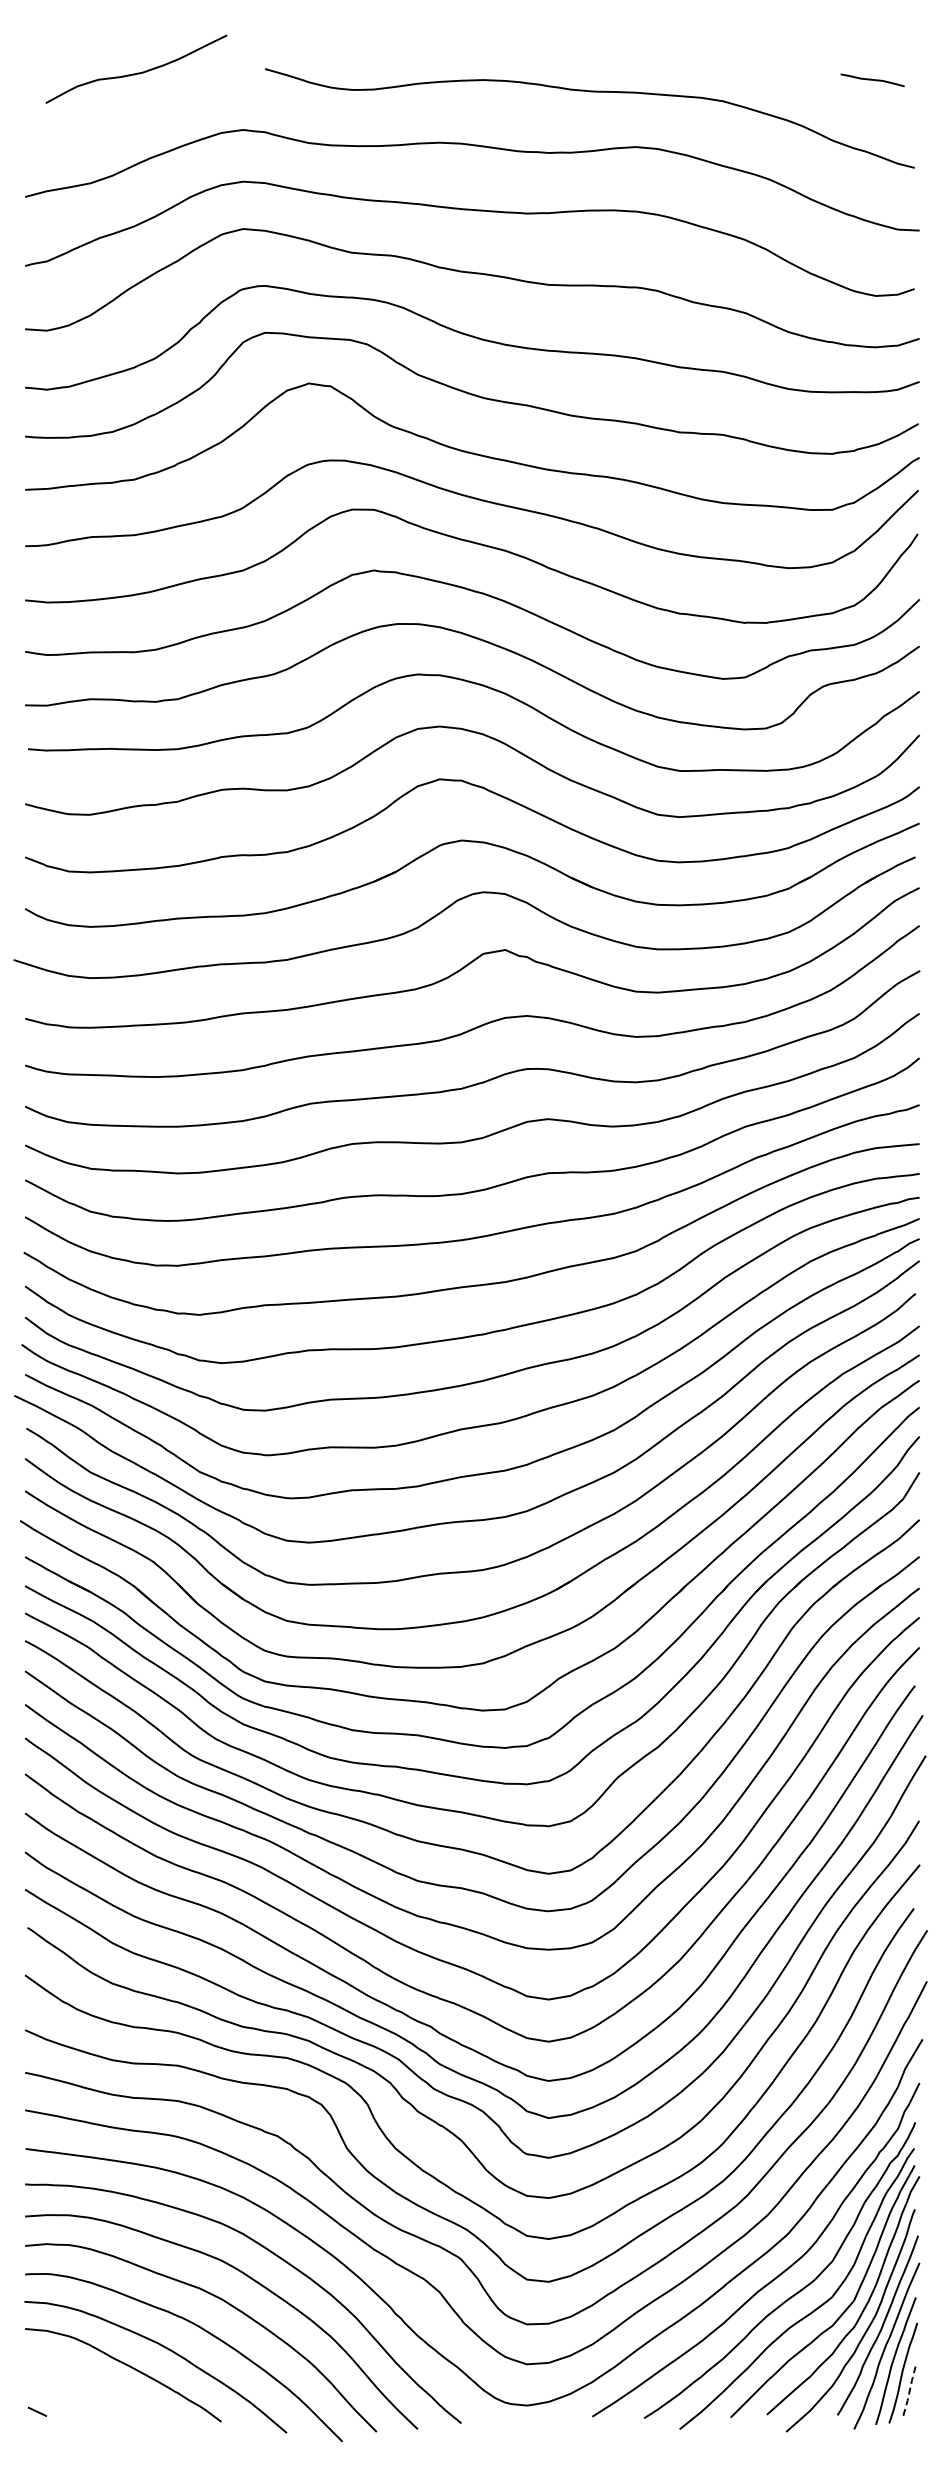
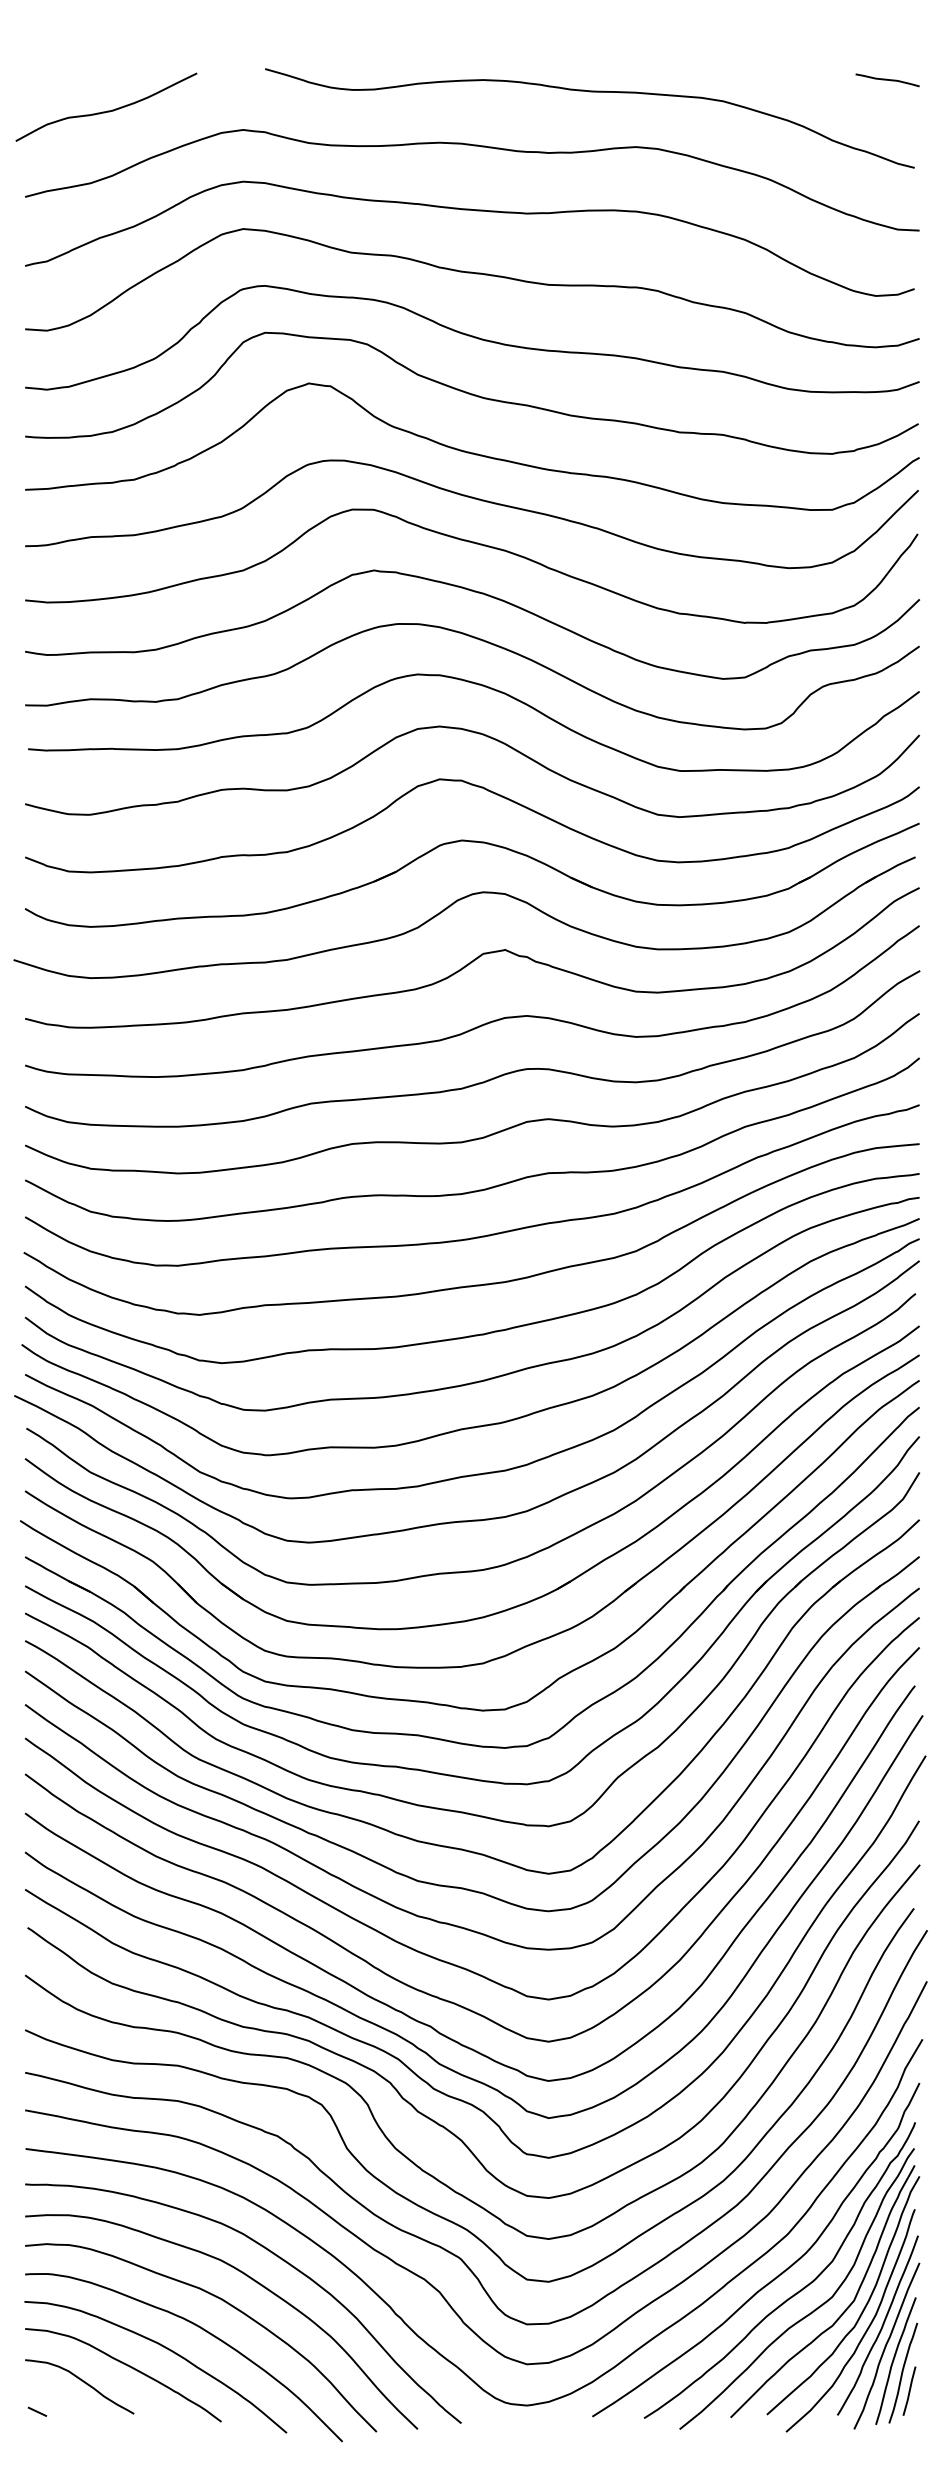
curve at (137, 72) position: (137, 72) -> (107, 110)
curve at (872, 80) position: (872, 80) -> (887, 80)
curve at (81, 2381): none -> present
line at (909, 2391): dashed -> solid
